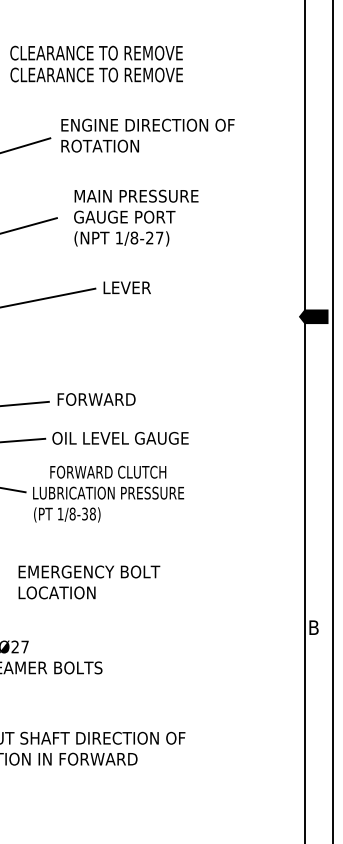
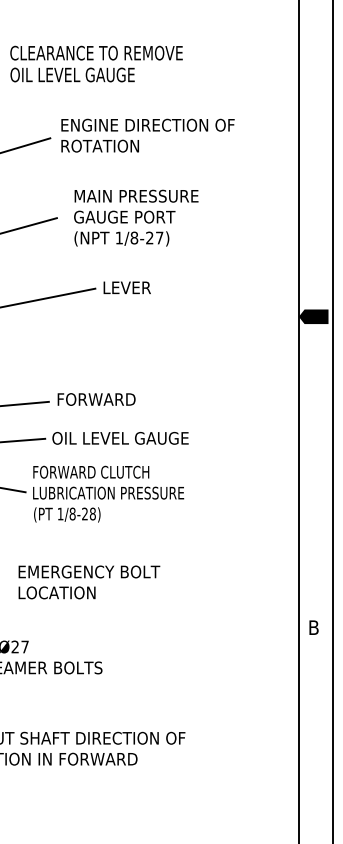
text at (99, 74): CLEARANCE TO REMOVE -> OIL LEVEL GAUGE
line at (304, 421) position: (304, 421) -> (298, 421)
text at (108, 471) position: (108, 471) -> (91, 471)
text at (84, 514): 1/8-38) -> 1/8-28)
